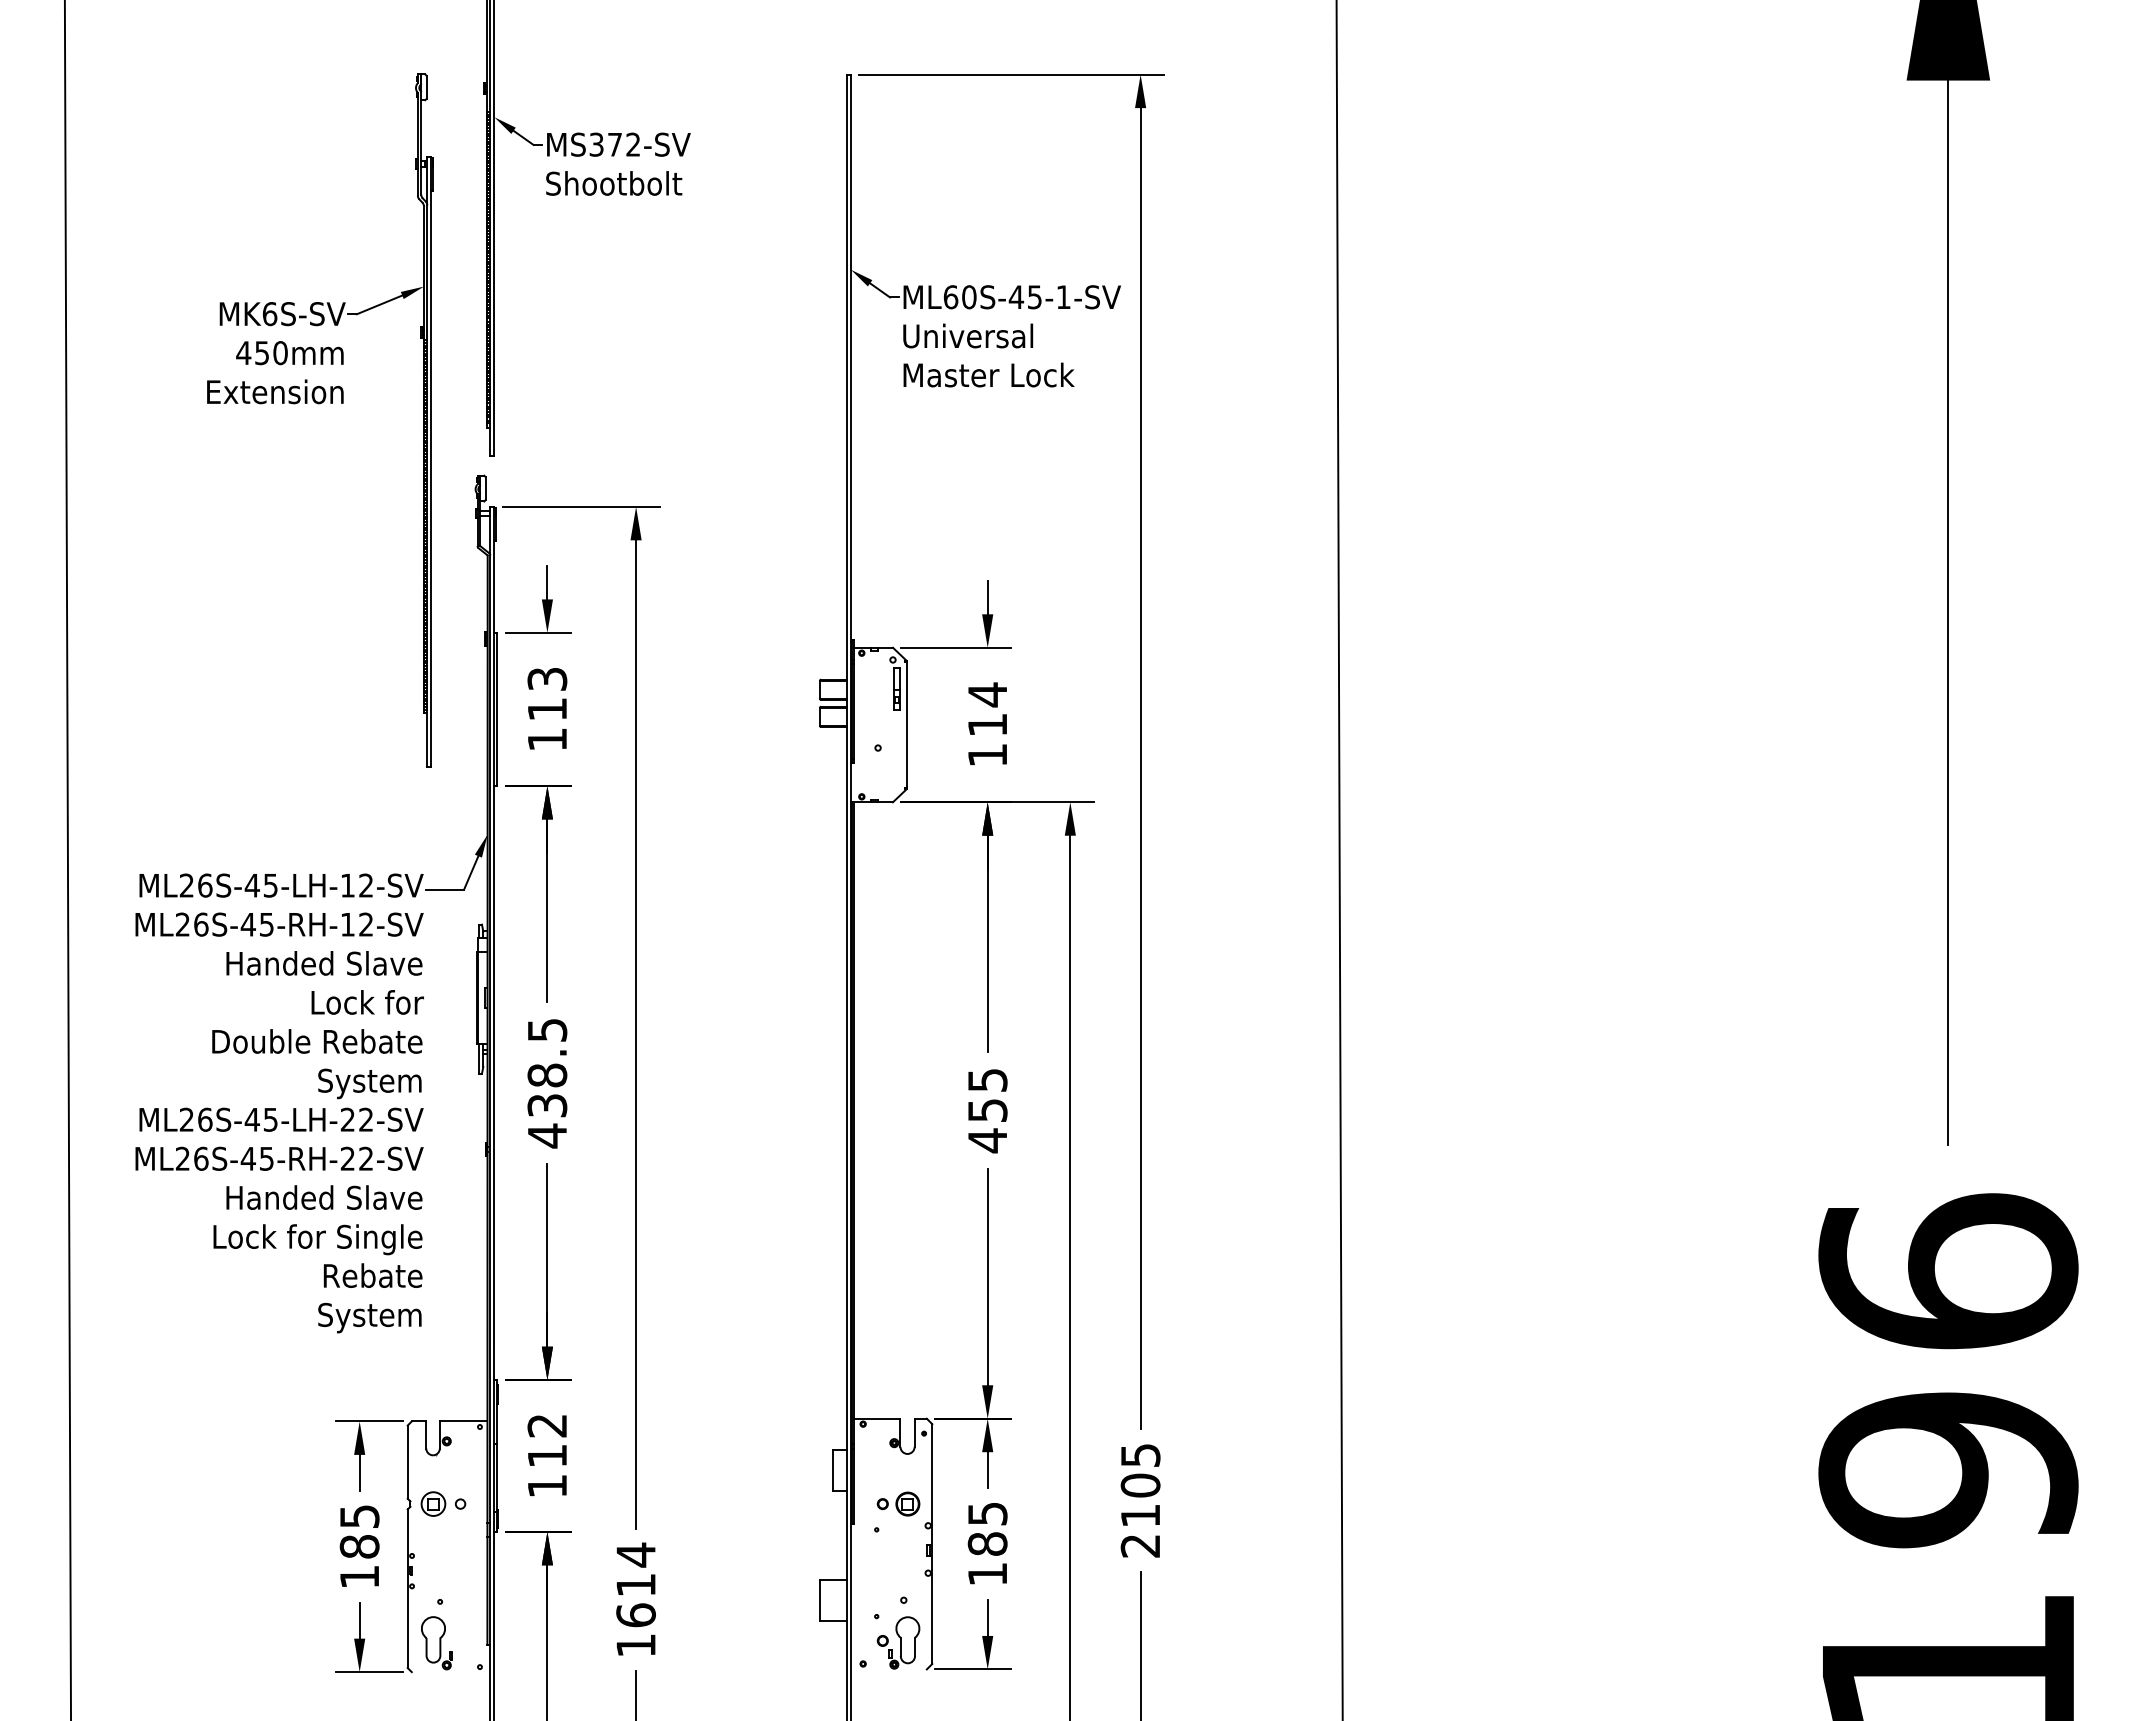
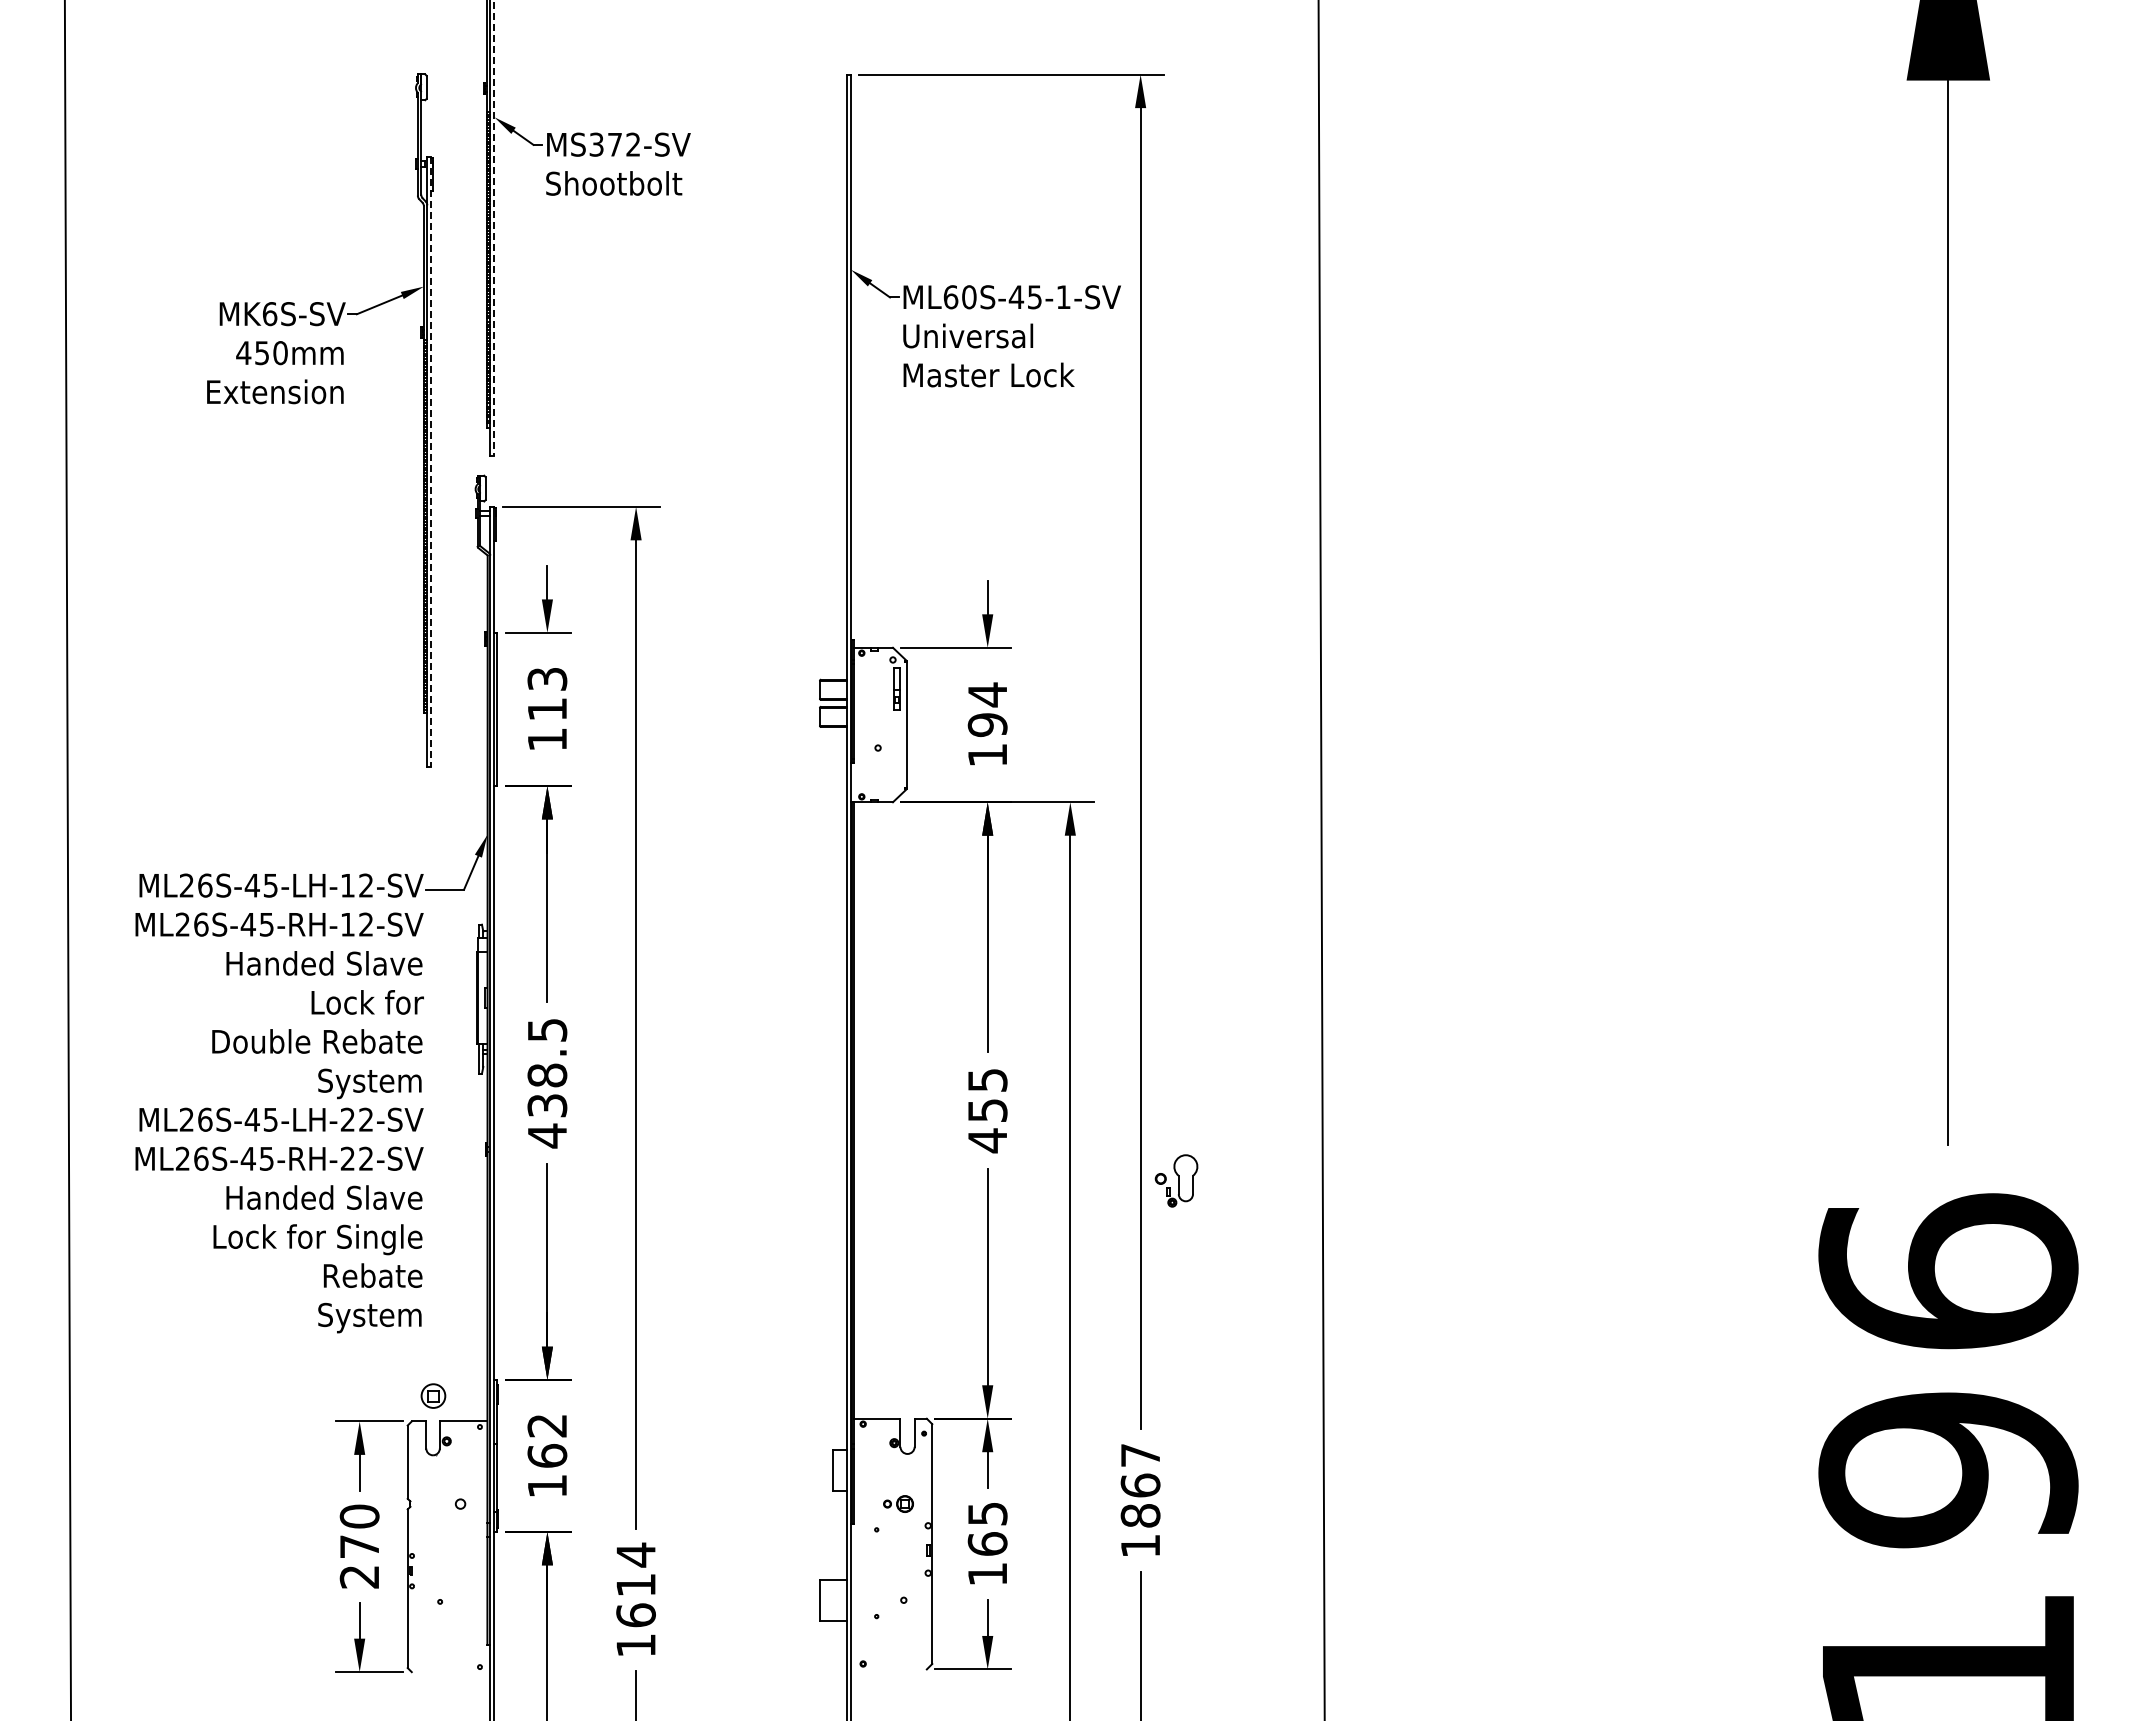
line at (494, 228): solid -> dashed
line at (431, 461): solid -> dashed
text at (987, 725): 114 -> 194
line at (1339, 859) position: (1339, 859) -> (1321, 859)
text at (547, 1455): 112 -> 162
text at (1140, 1500): 2105 -> 1867
part at (433, 1503) position: (433, 1503) -> (433, 1395)
part at (898, 1503) size: 45x26 px -> 31x18 px
text at (987, 1543): 185 -> 165
text at (359, 1546): 185 -> 270
part at (898, 1642) position: (898, 1642) -> (1176, 1180)
part at (436, 1643): present -> none
